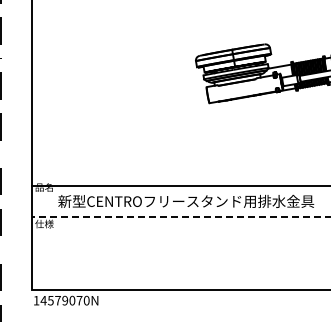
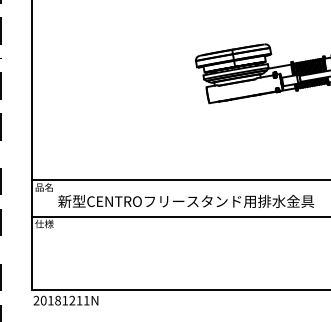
line at (179, 186) position: (179, 186) -> (179, 180)
line at (180, 217): dashed -> solid
text at (61, 300): 14579070N -> 20181211N
